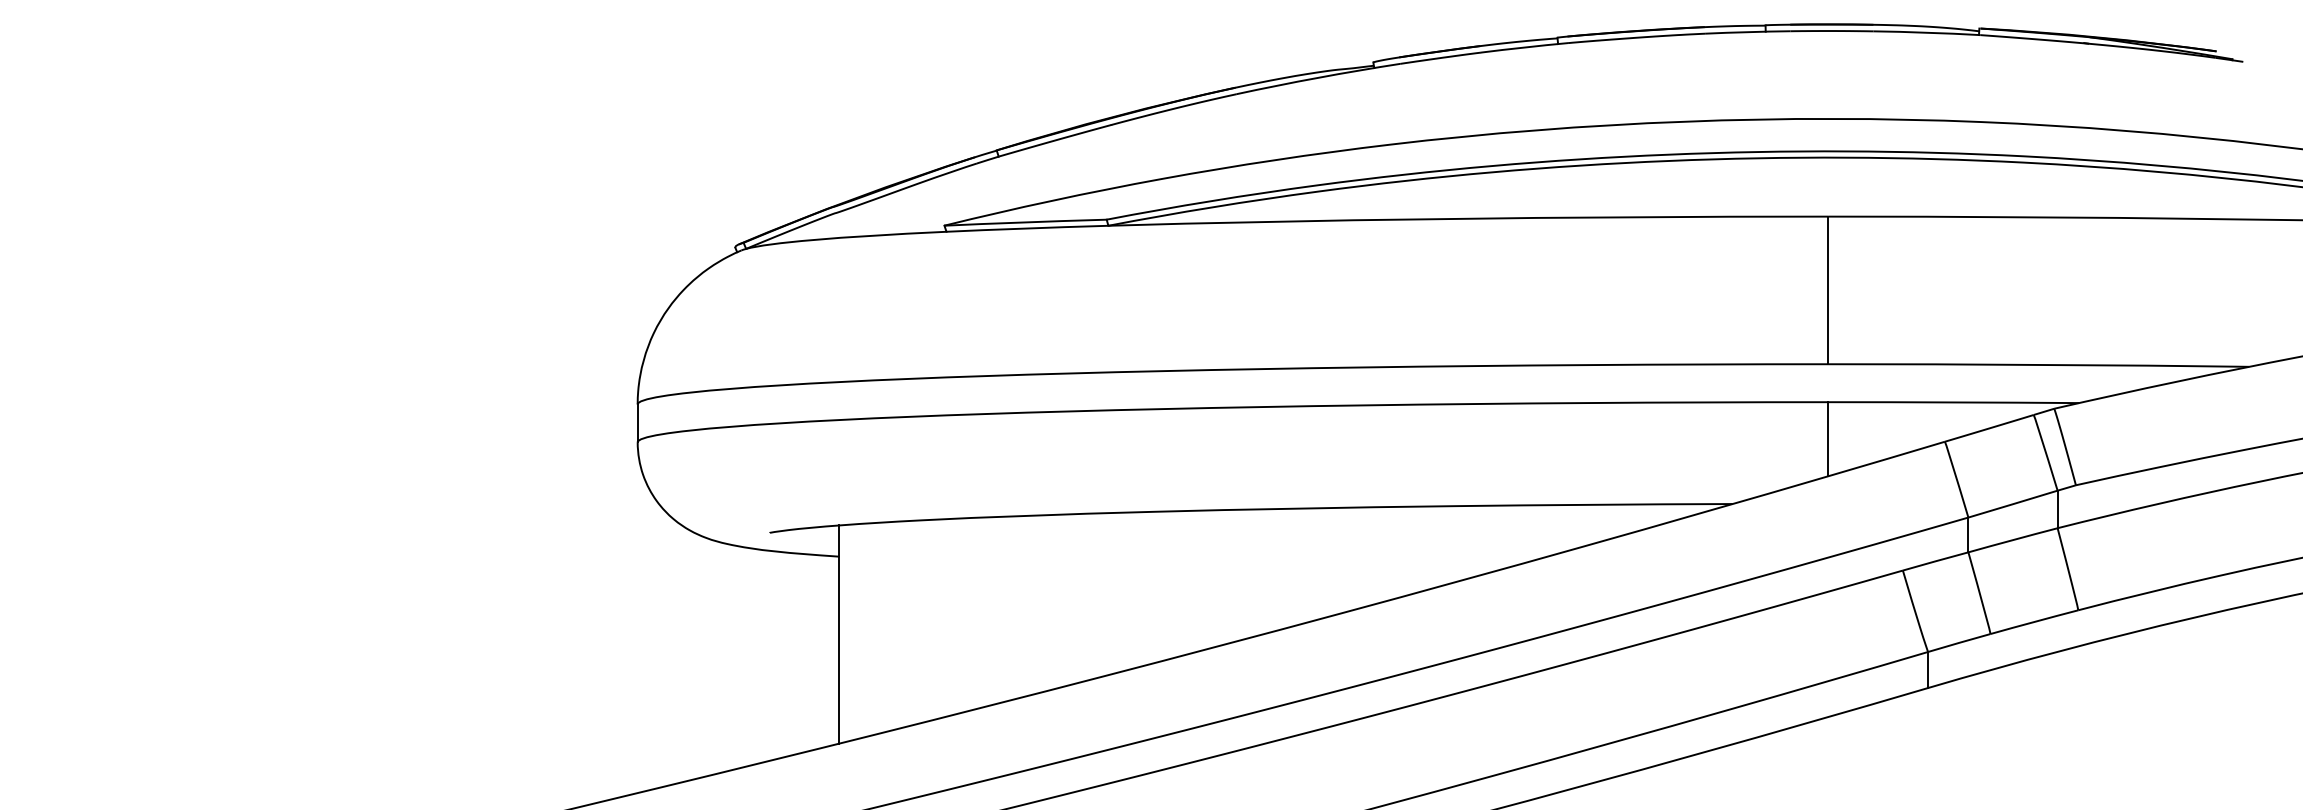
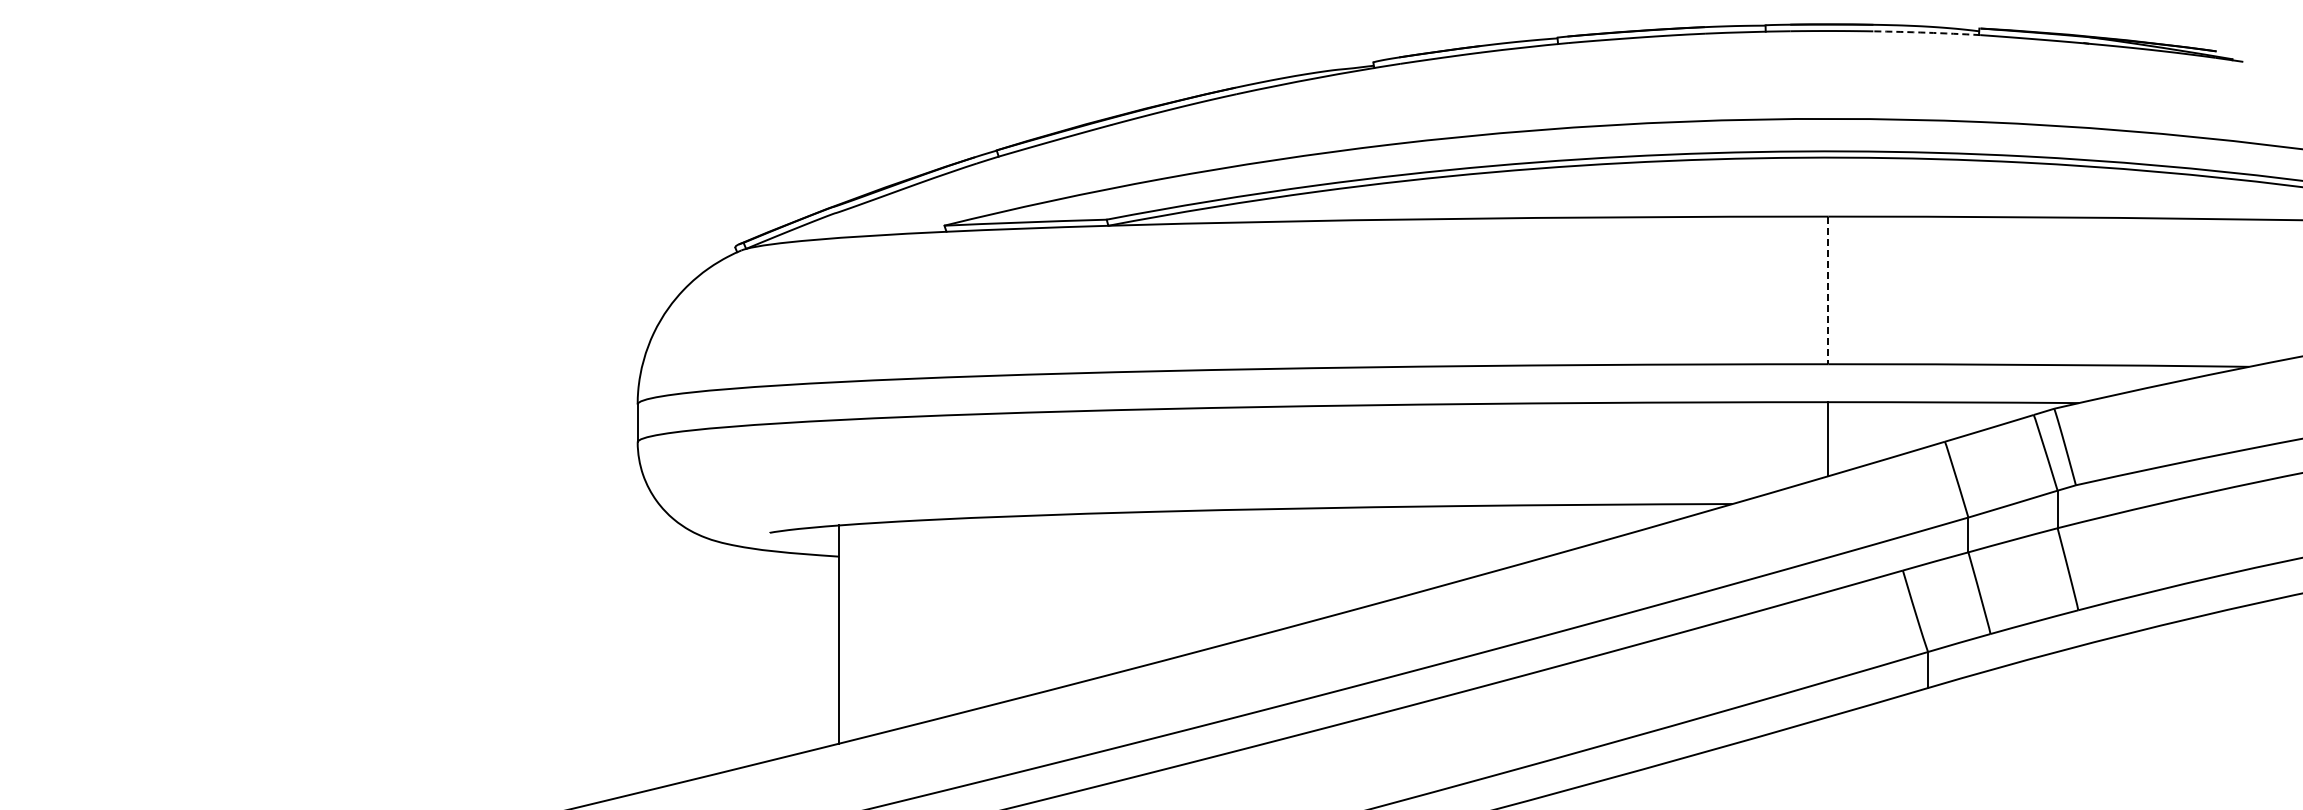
arc at (1926, 32): solid -> dashed
line at (1828, 290): solid -> dashed
